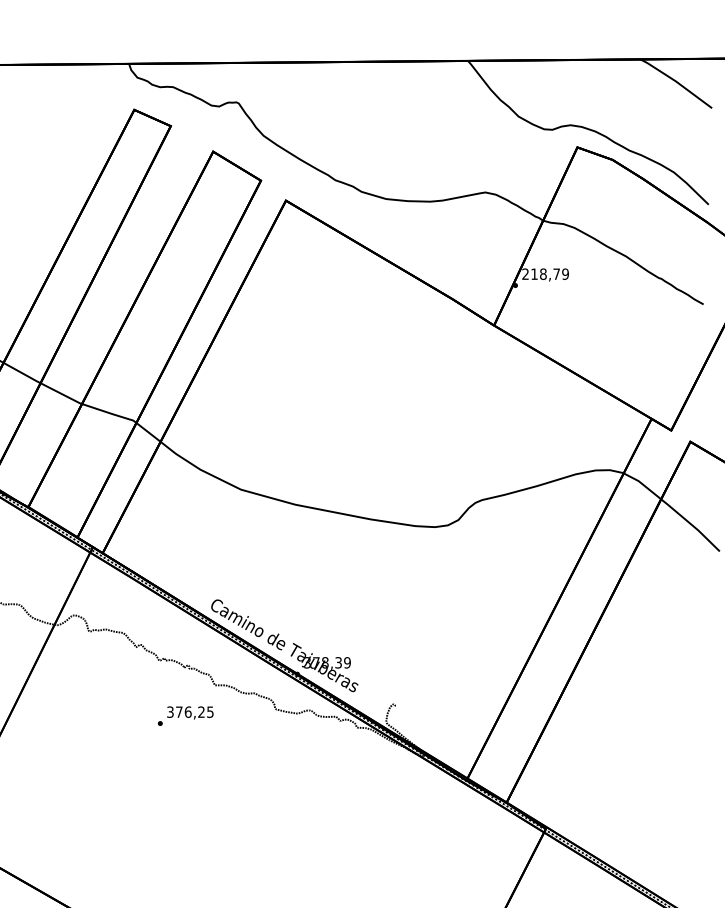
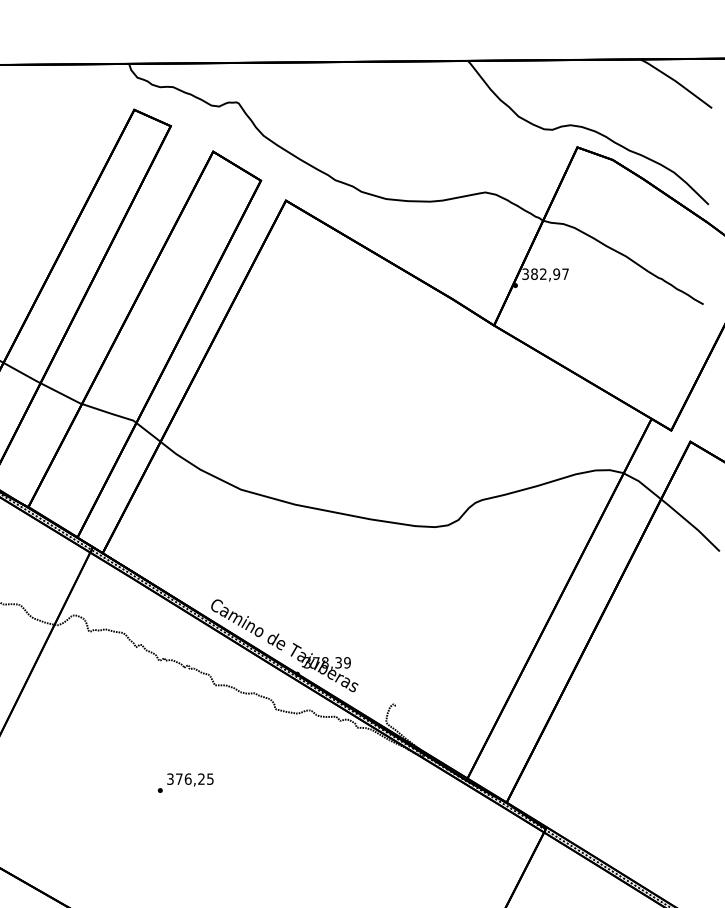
text at (545, 273): 218,79 -> 382,97
text at (185, 715) position: (185, 715) -> (185, 782)
